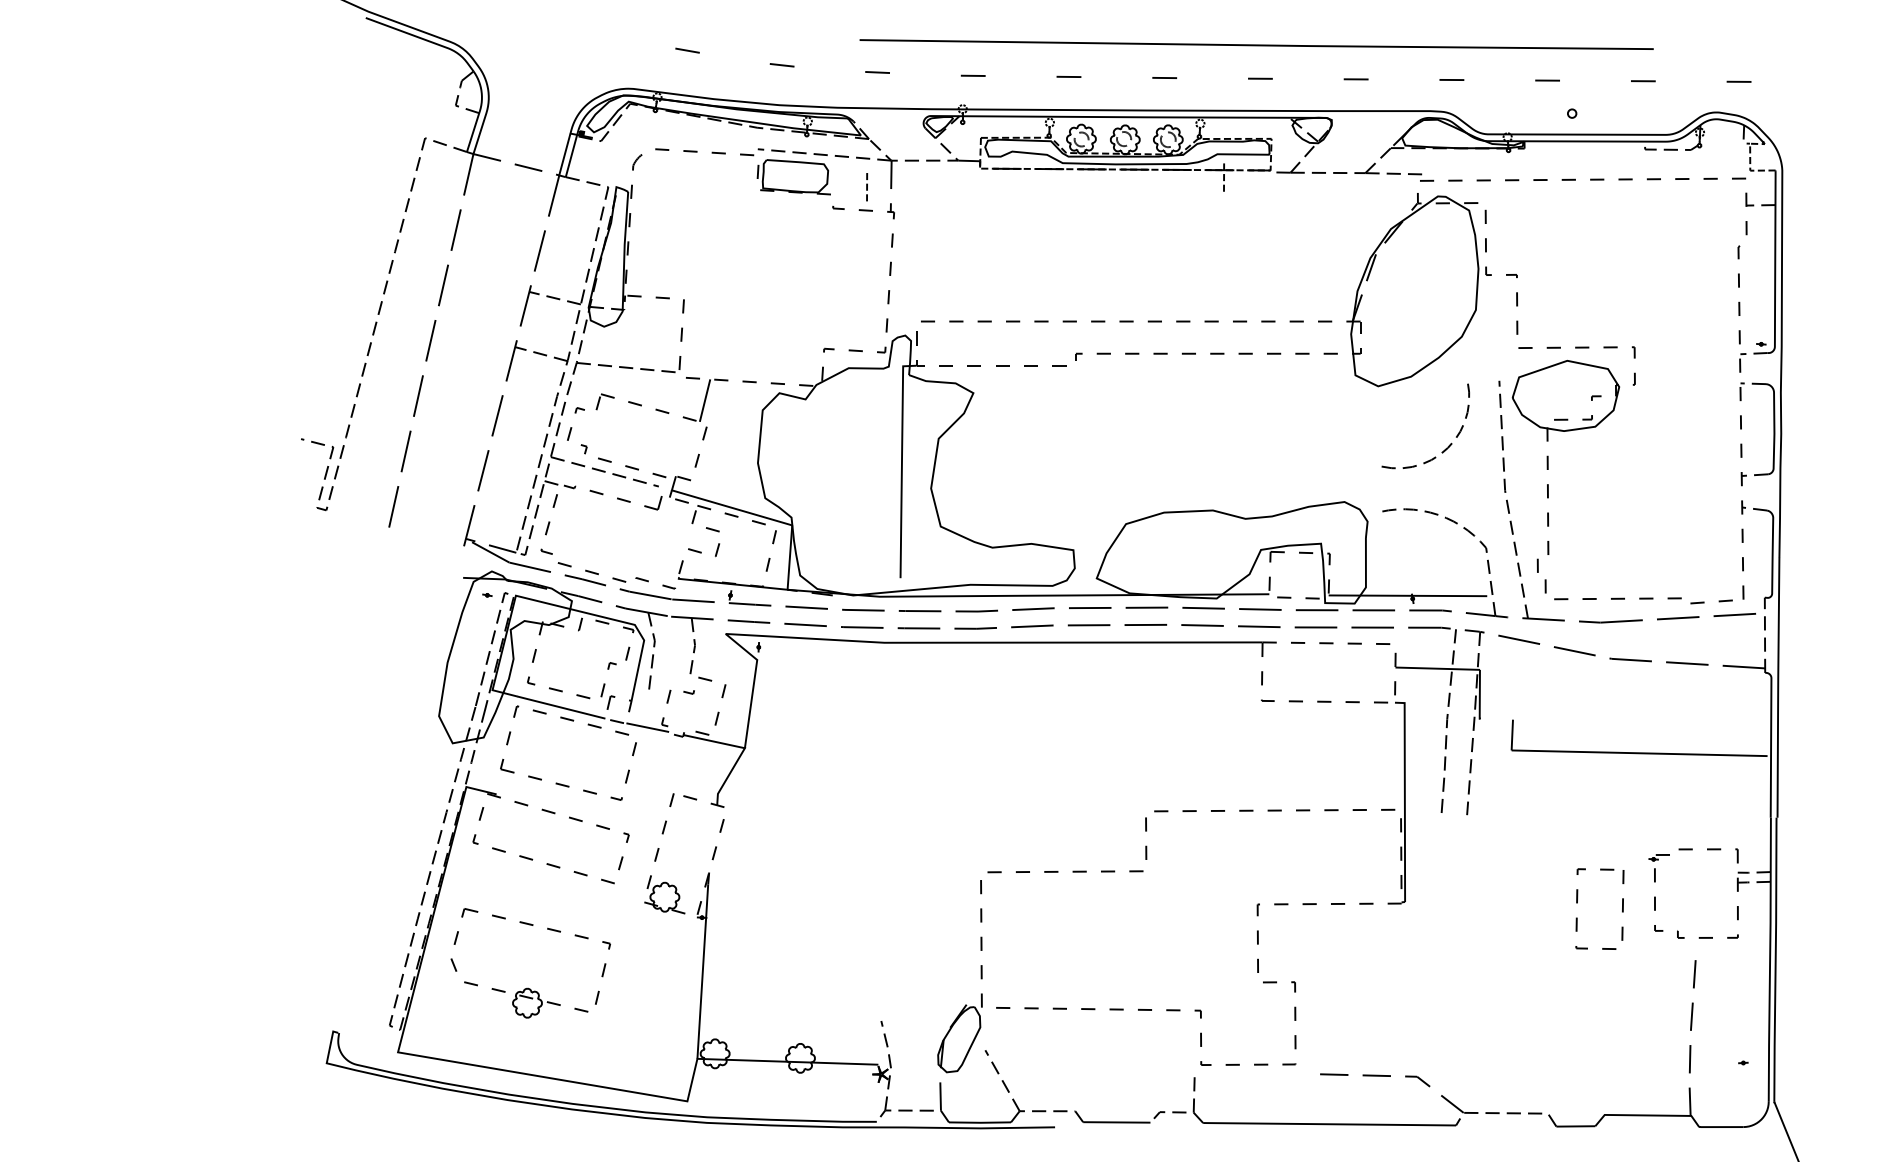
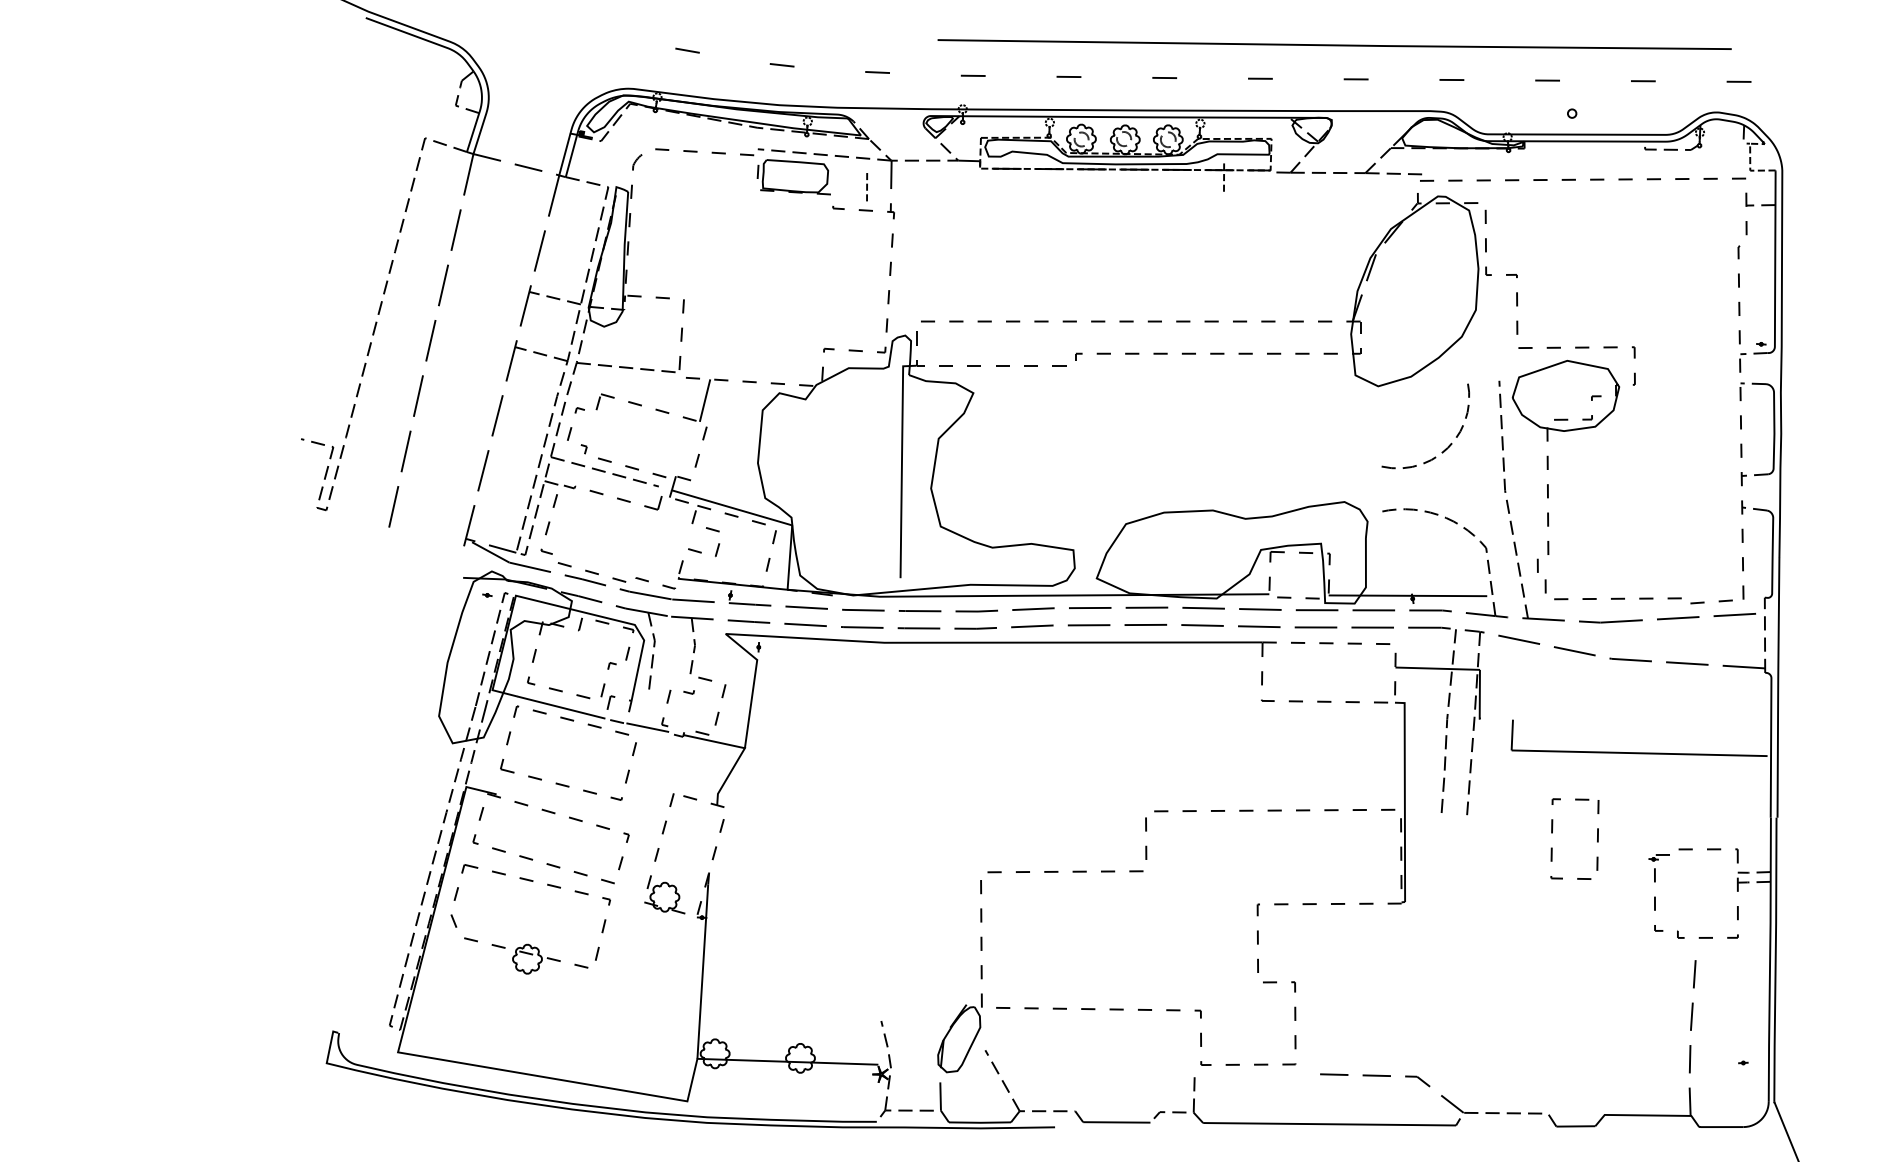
line at (1256, 44) position: (1256, 44) -> (1334, 44)
part at (1577, 903) position: (1577, 903) -> (1552, 833)
part at (528, 987) position: (528, 987) -> (528, 943)
